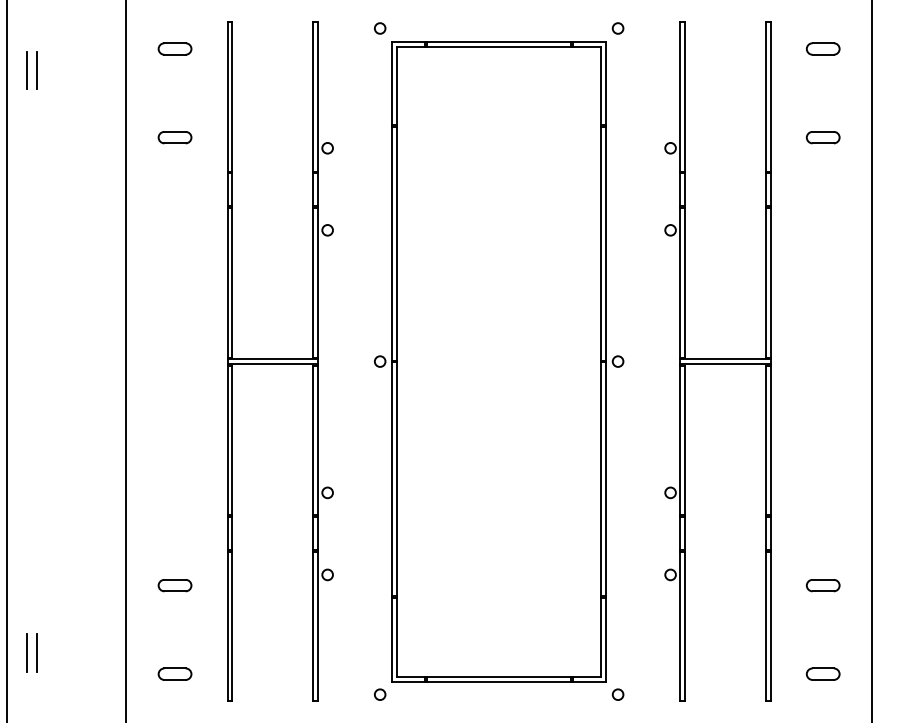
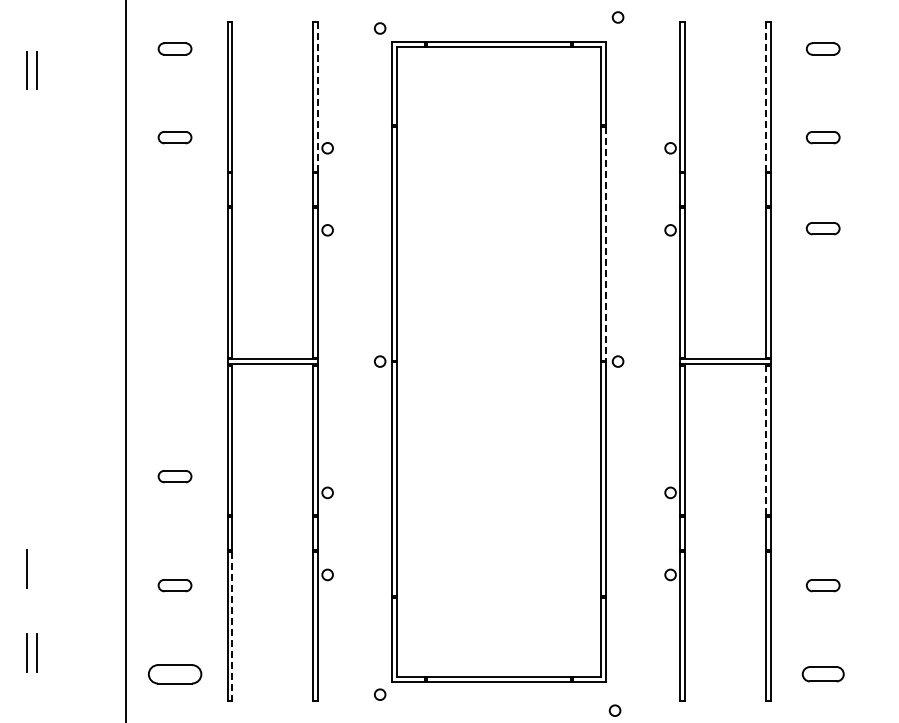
circle at (617, 28) position: (617, 28) -> (617, 17)
line at (317, 96): solid -> dashed
line at (765, 96): solid -> dashed
part at (822, 228): none -> present
line at (605, 243): solid -> dashed
line at (7, 360): present -> none
line at (872, 360): present -> none
line at (765, 440): solid -> dashed
part at (174, 476): none -> present
line at (26, 568): none -> present
line at (232, 626): solid -> dashed
part at (174, 673) size: 36x14 px -> 55x21 px
part at (822, 673) size: 36x14 px -> 44x17 px
circle at (617, 694) position: (617, 694) -> (614, 710)
